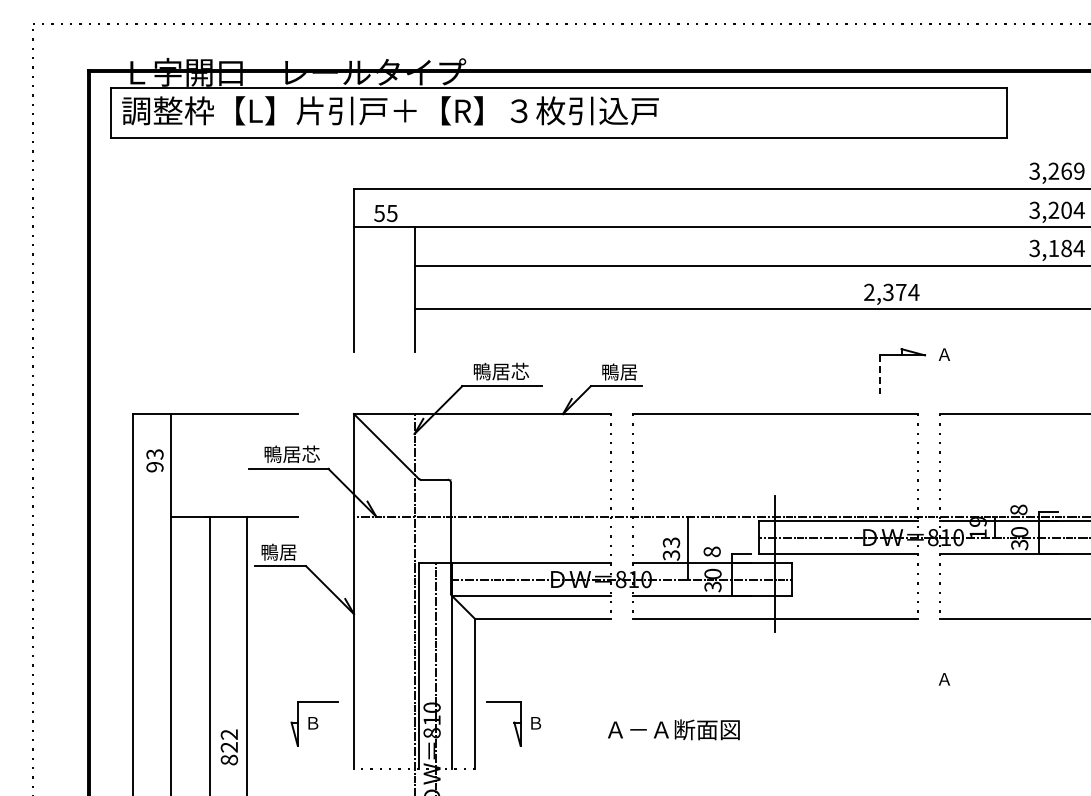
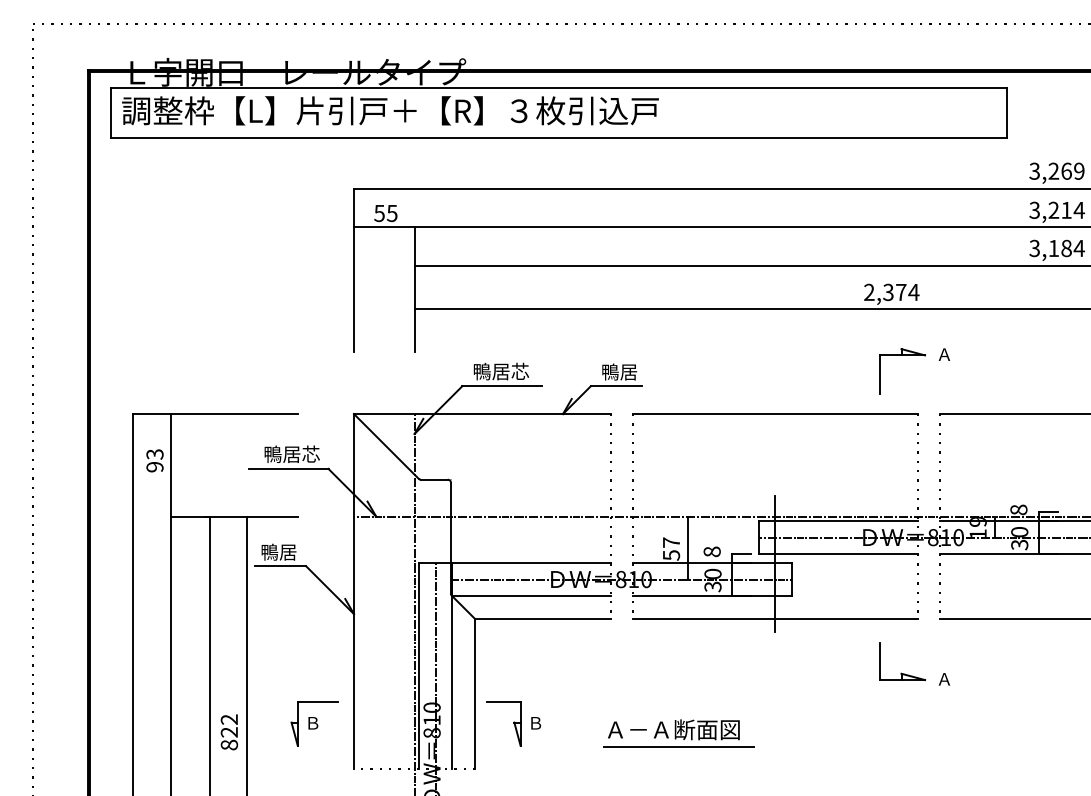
text at (1066, 209): 3,204 -> 3,214
line at (880, 375): dashed -> solid
text at (671, 548): 33 -> 57
part at (901, 672): none -> present
line at (678, 746): none -> present
text at (228, 747) position: (228, 747) -> (228, 732)
